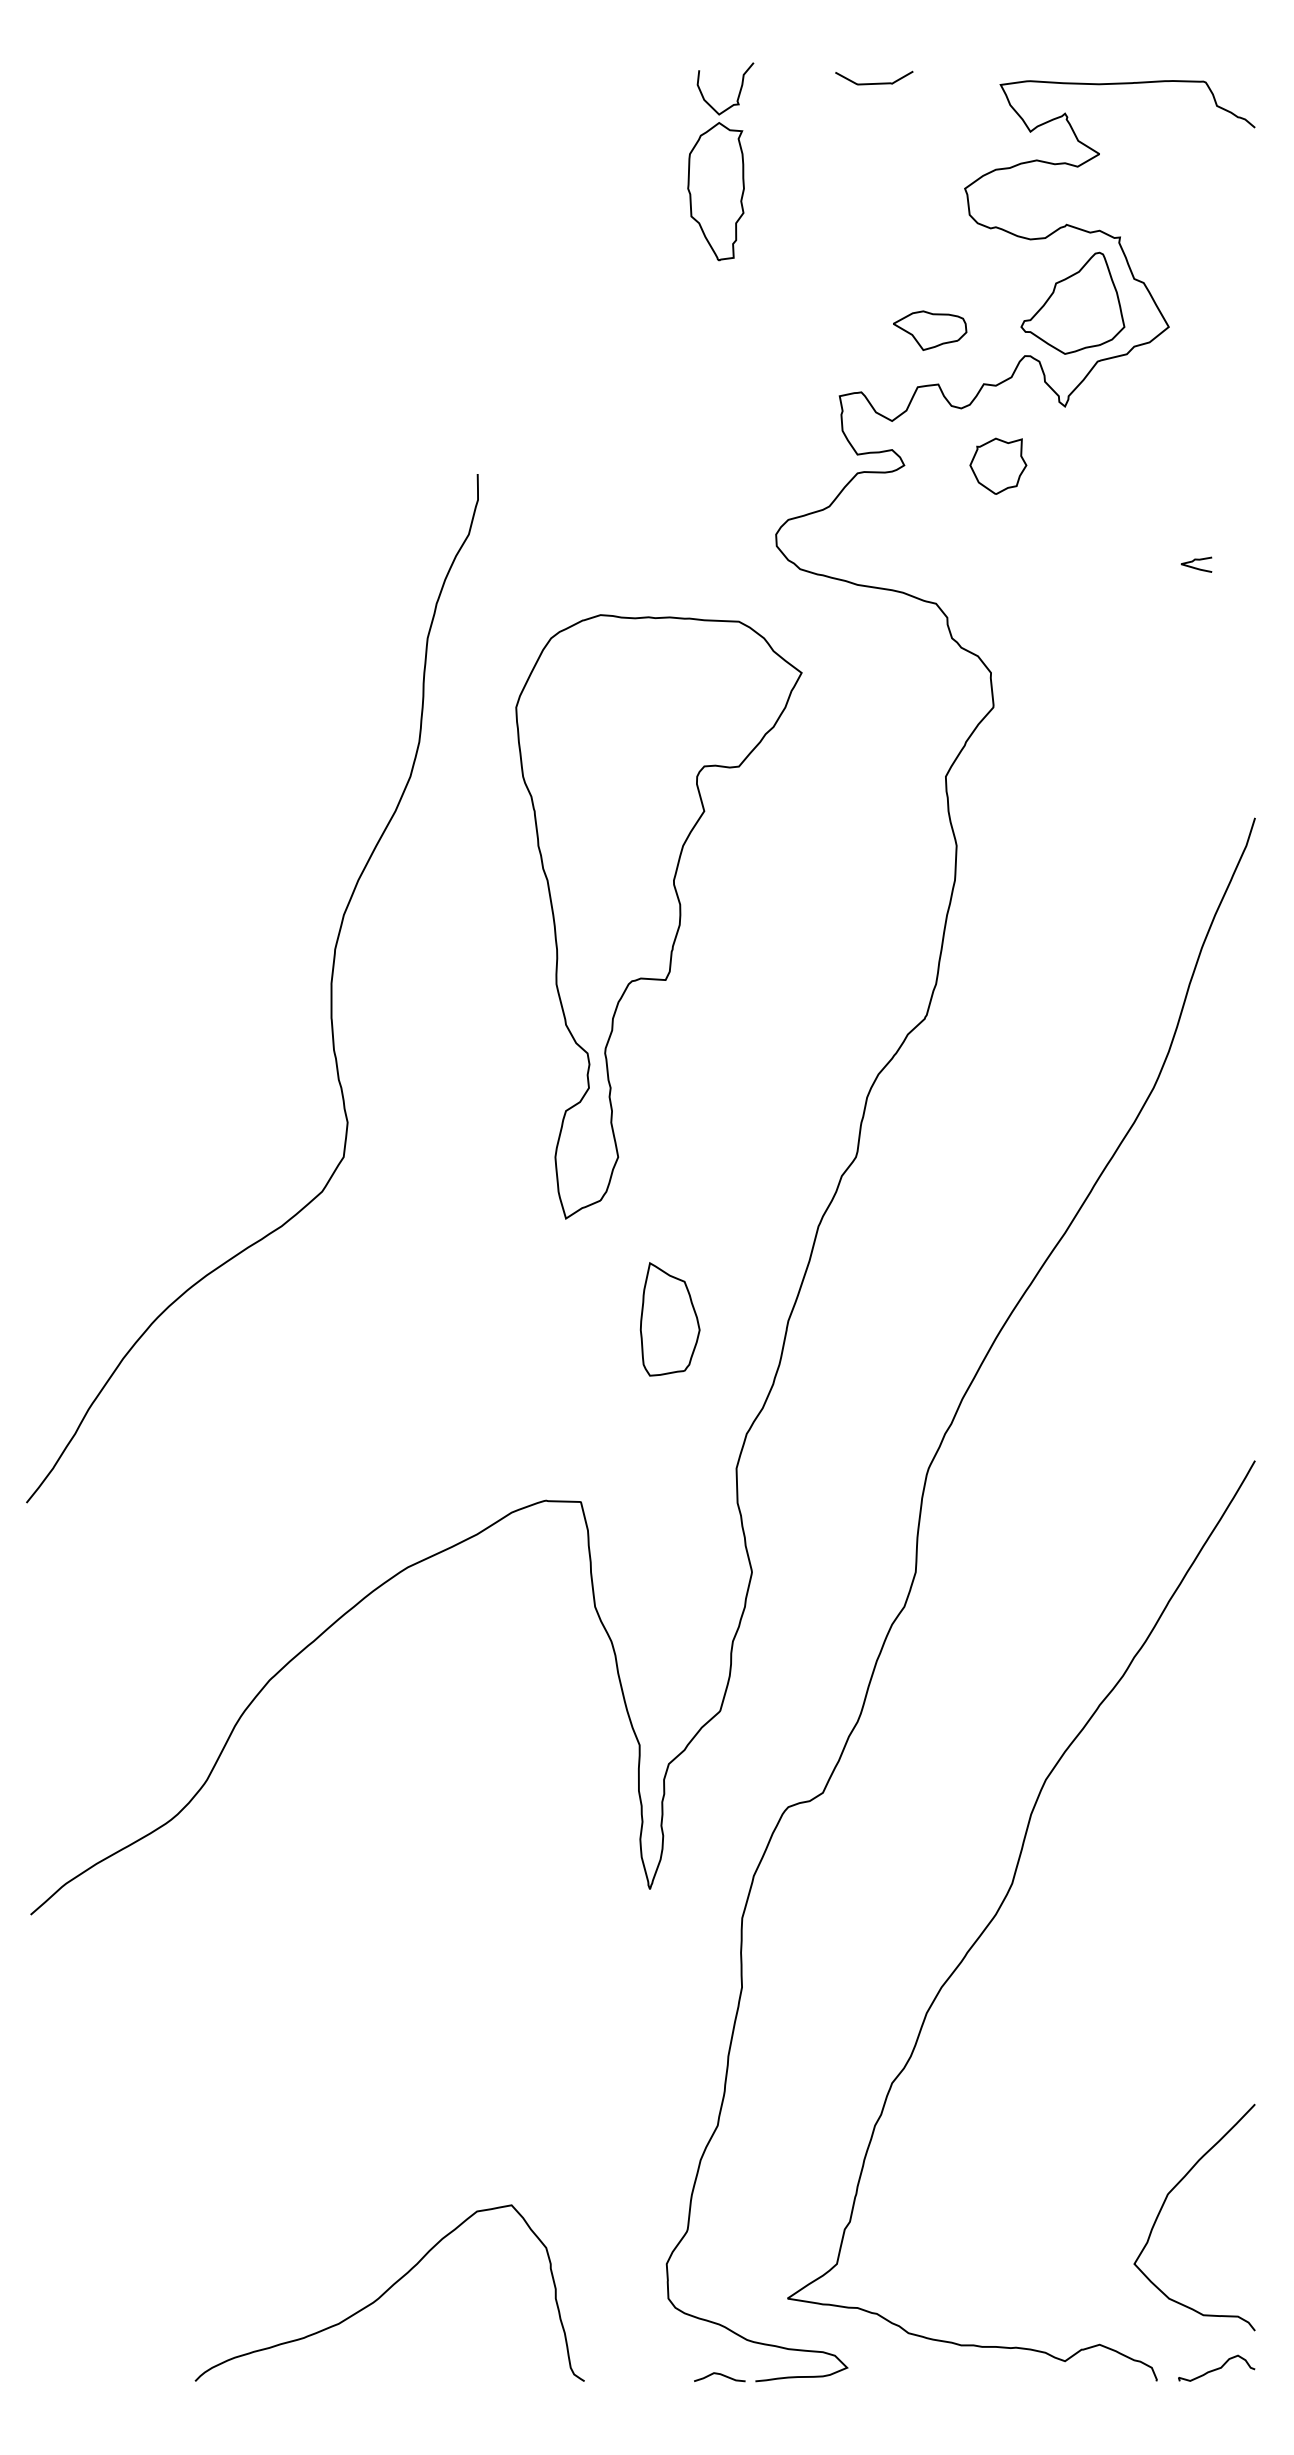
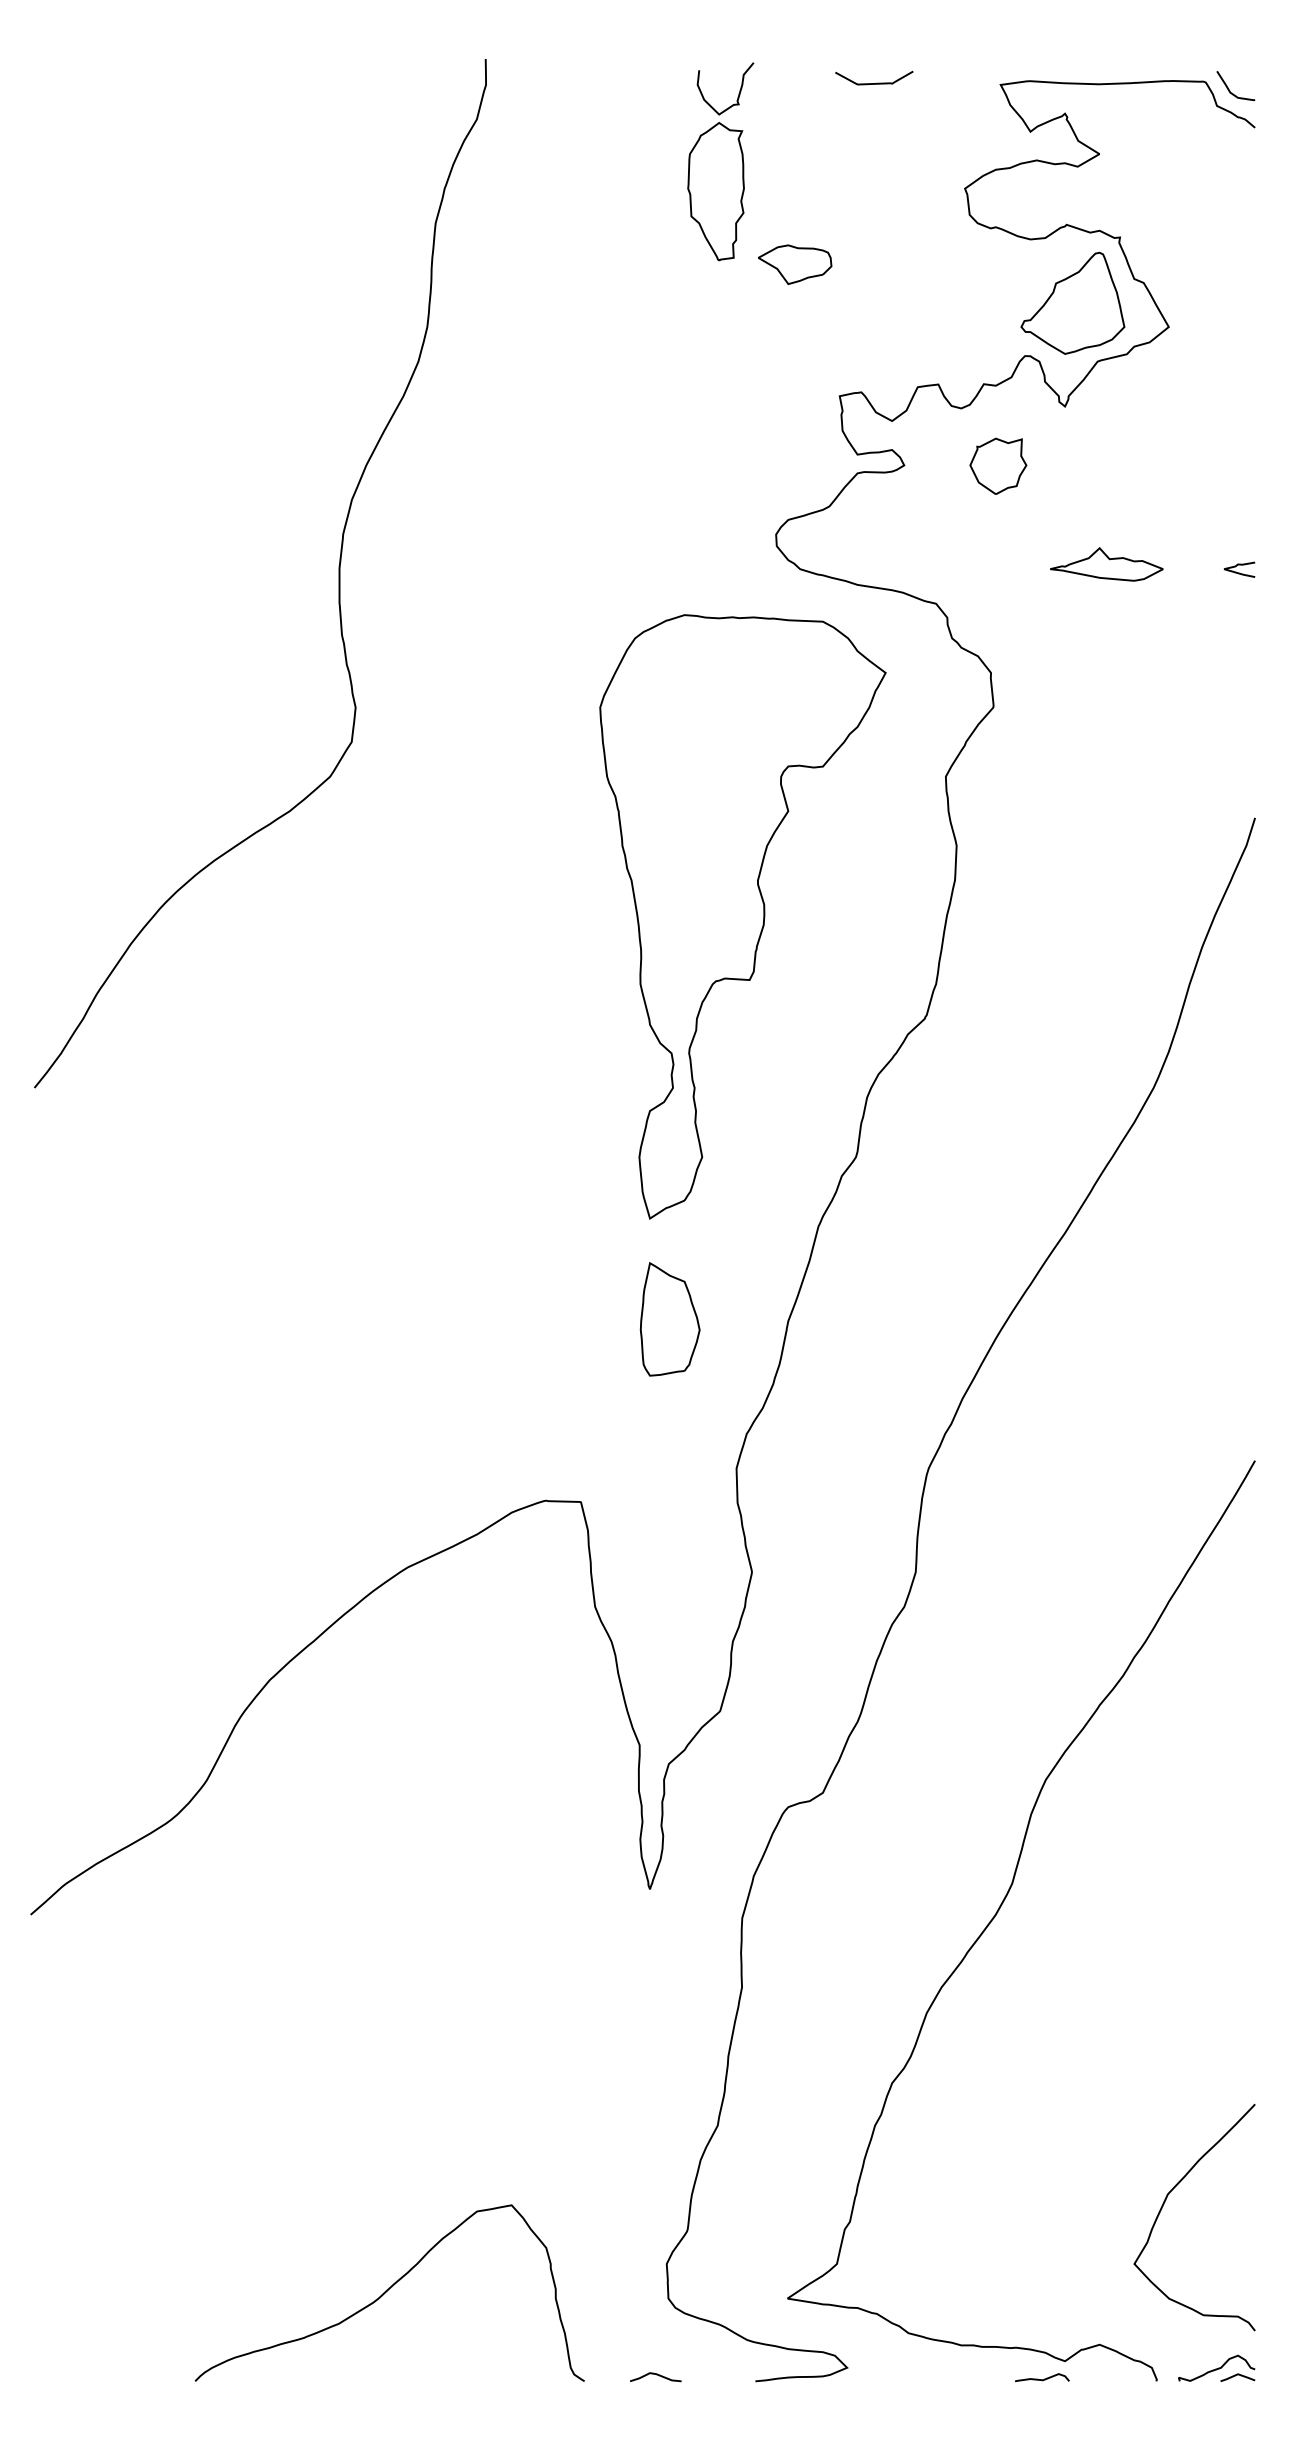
curve at (1230, 90): none -> present
part at (930, 330) position: (930, 330) -> (795, 264)
part at (1106, 564): none -> present
curve at (1196, 567) position: (1196, 567) -> (1239, 572)
part at (658, 916) position: (658, 916) -> (742, 916)
curve at (330, 988) position: (330, 988) -> (338, 573)
curve at (720, 2375) position: (720, 2375) -> (656, 2375)
line at (1237, 2375): none -> present
curve at (1042, 2379): none -> present
